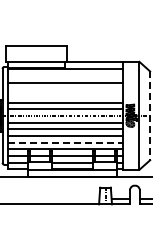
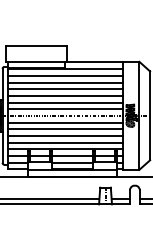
line at (65, 75): none -> present
line at (65, 89): none -> present
line at (65, 95): none -> present
line at (150, 116): dashed -> solid
line at (66, 142): dashed -> solid
line at (50, 198): none -> present
